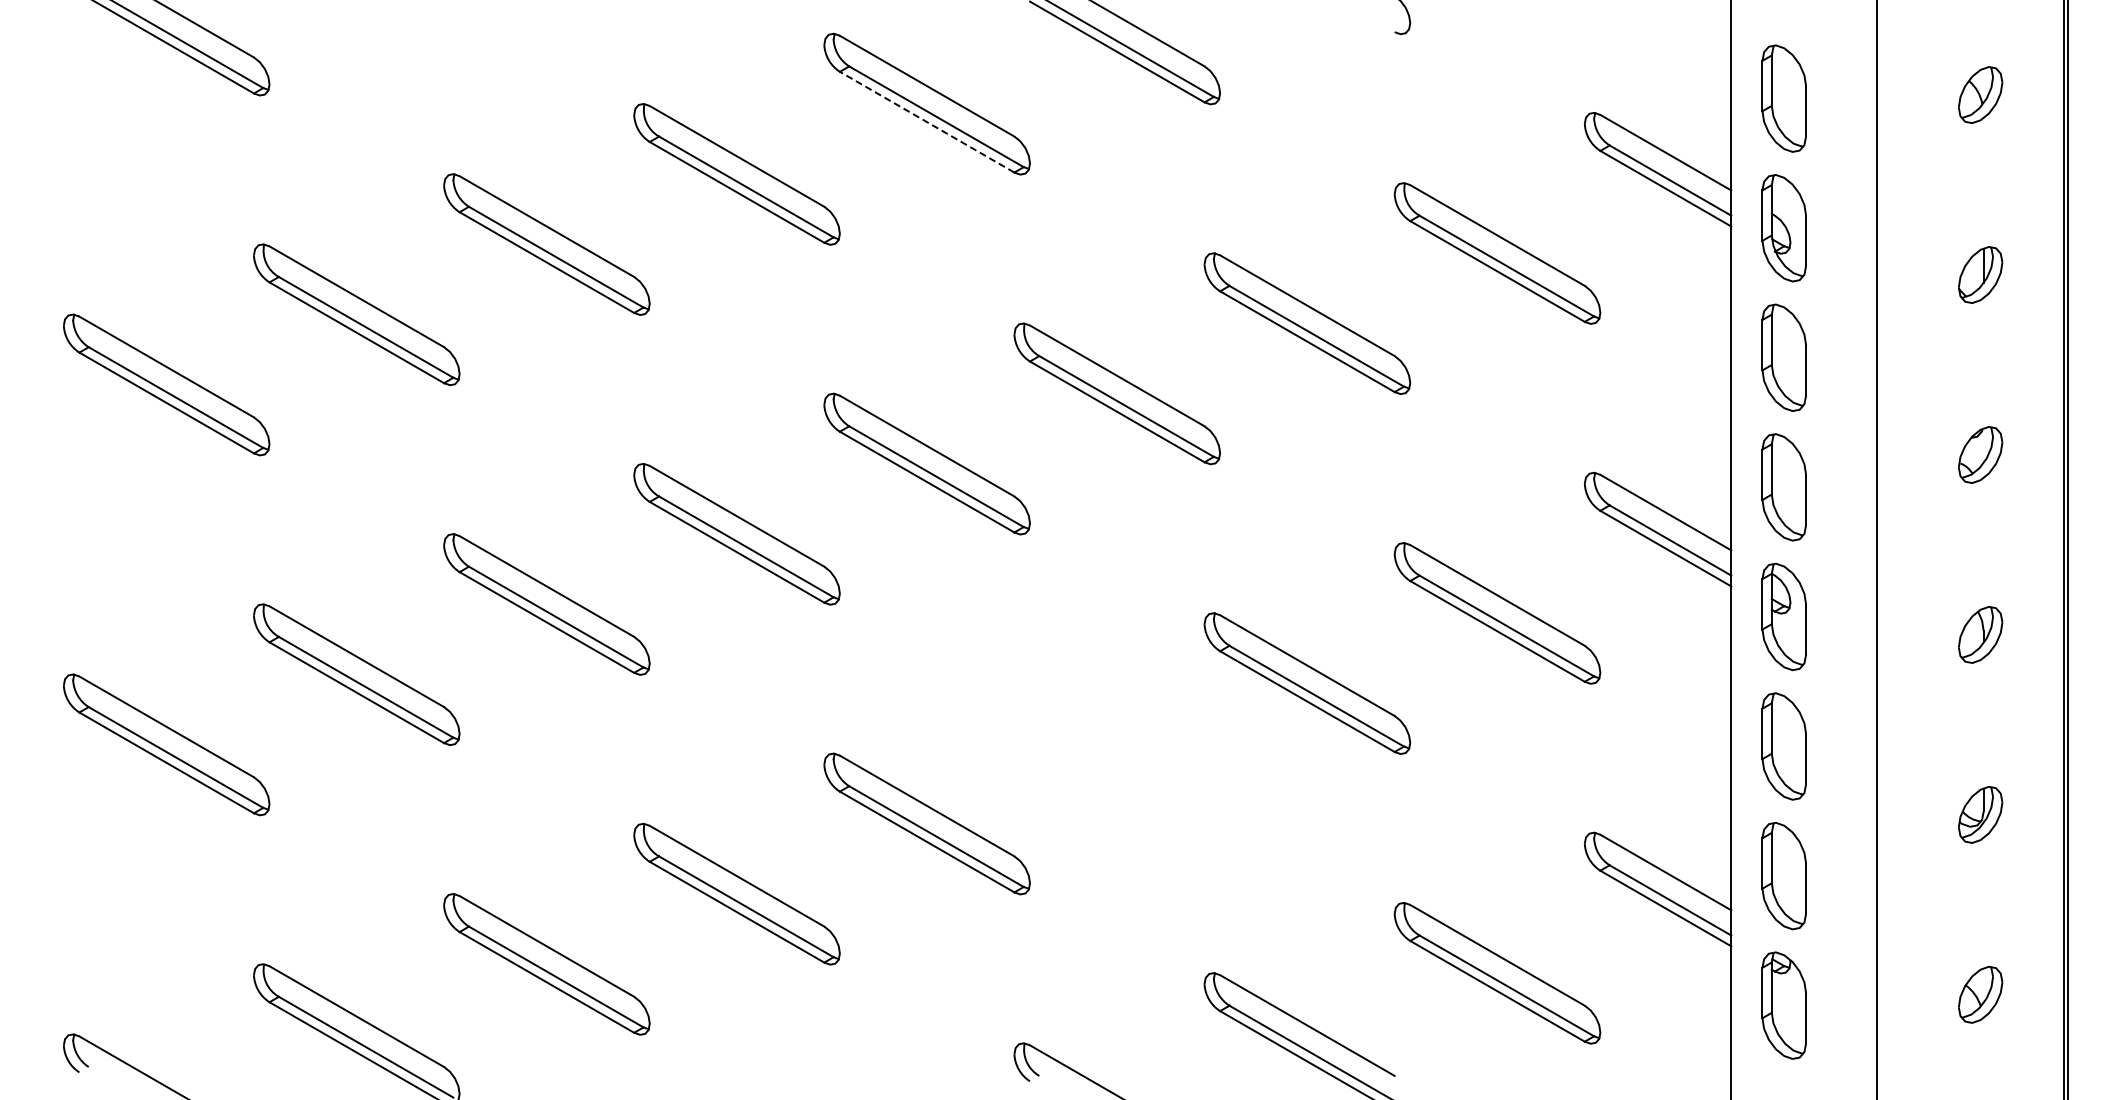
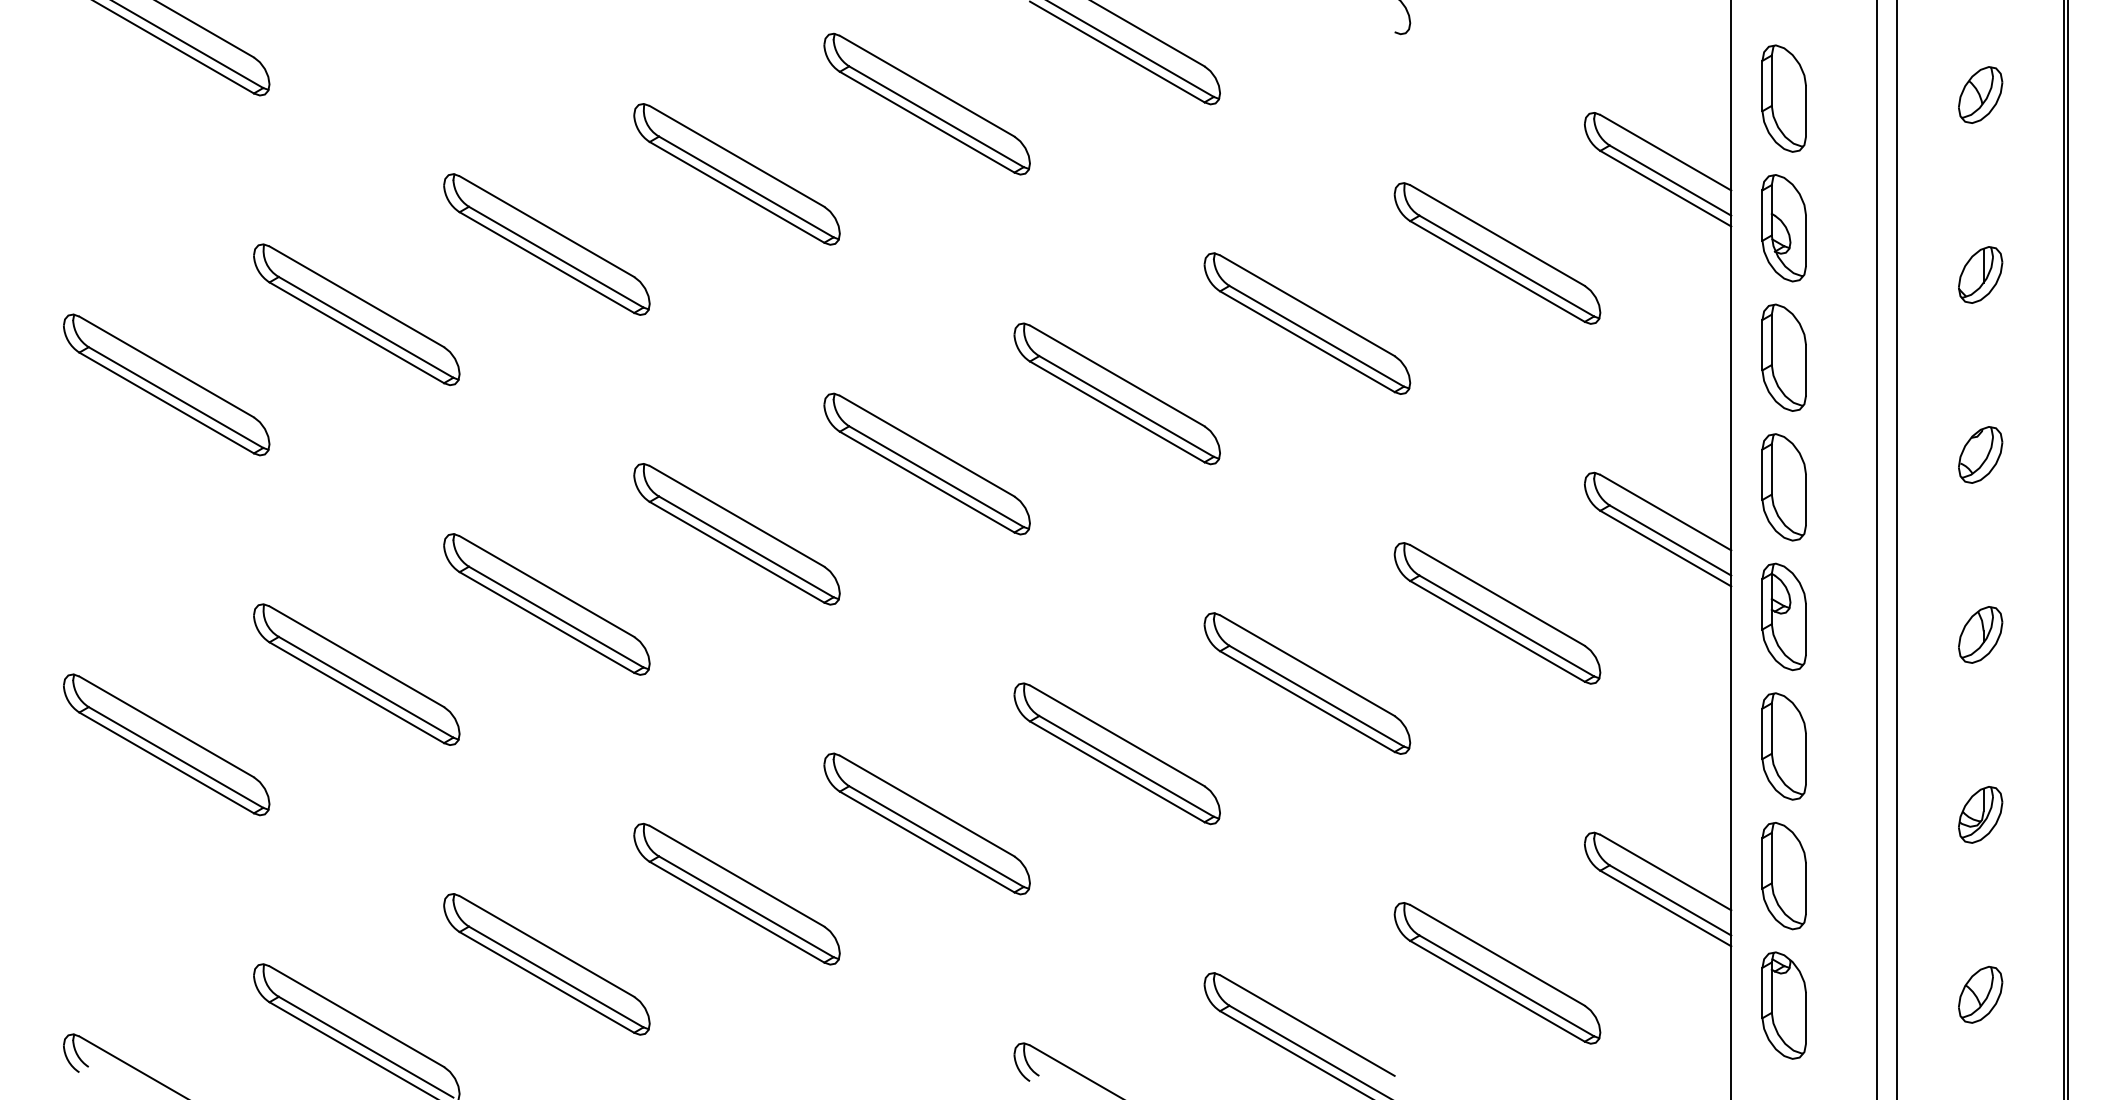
line at (927, 122): dashed -> solid
line at (1897, 549): none -> present
part at (1116, 753): none -> present
